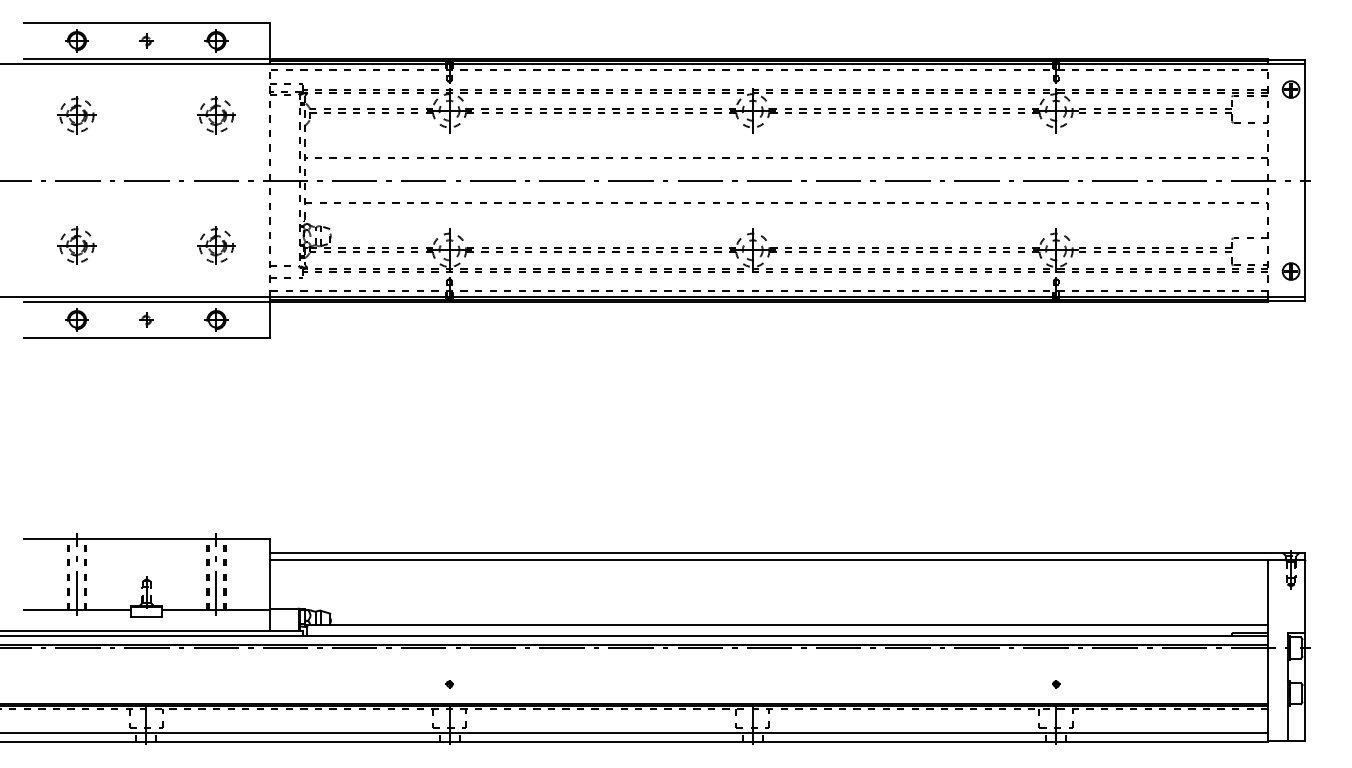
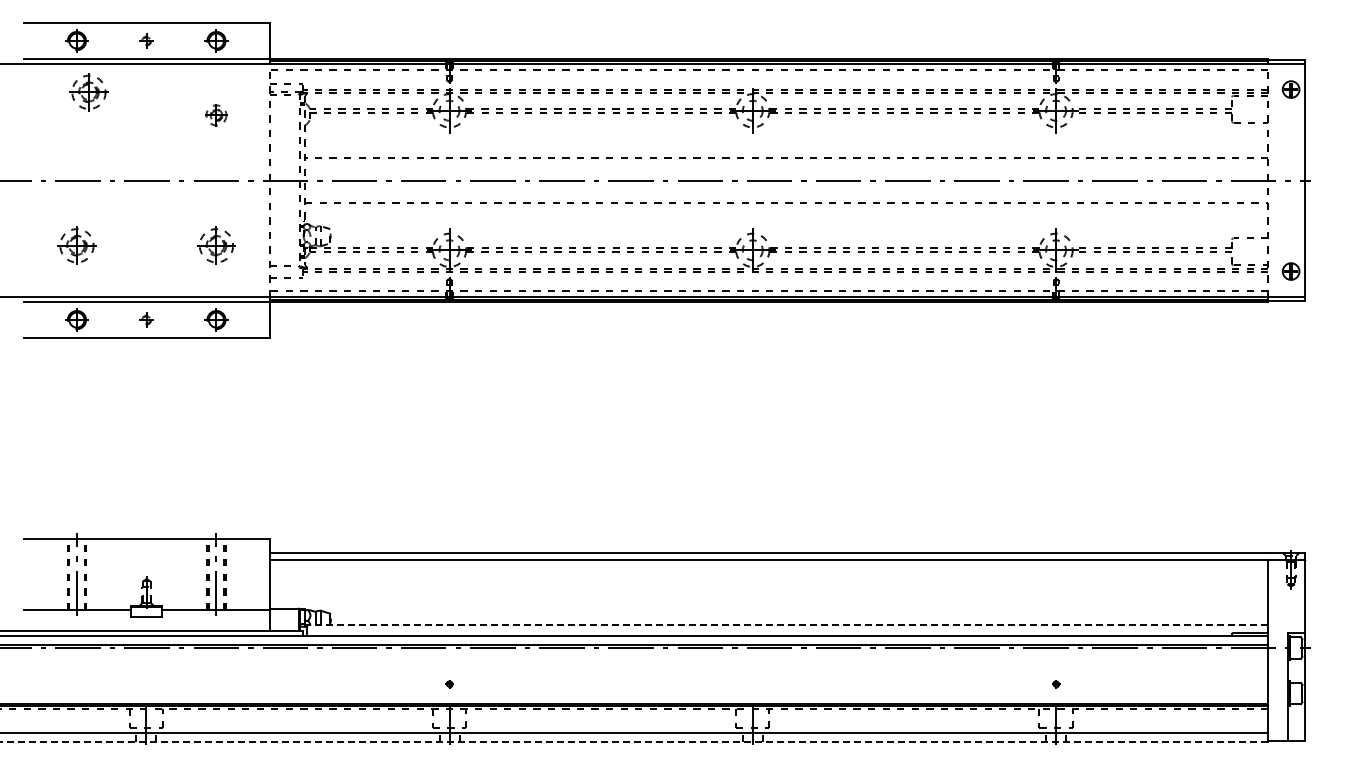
part at (76, 115) position: (76, 115) -> (88, 92)
part at (216, 115) size: 39x39 px -> 23x23 px
line at (786, 625): solid -> dashed
line at (634, 742): solid -> dashed
